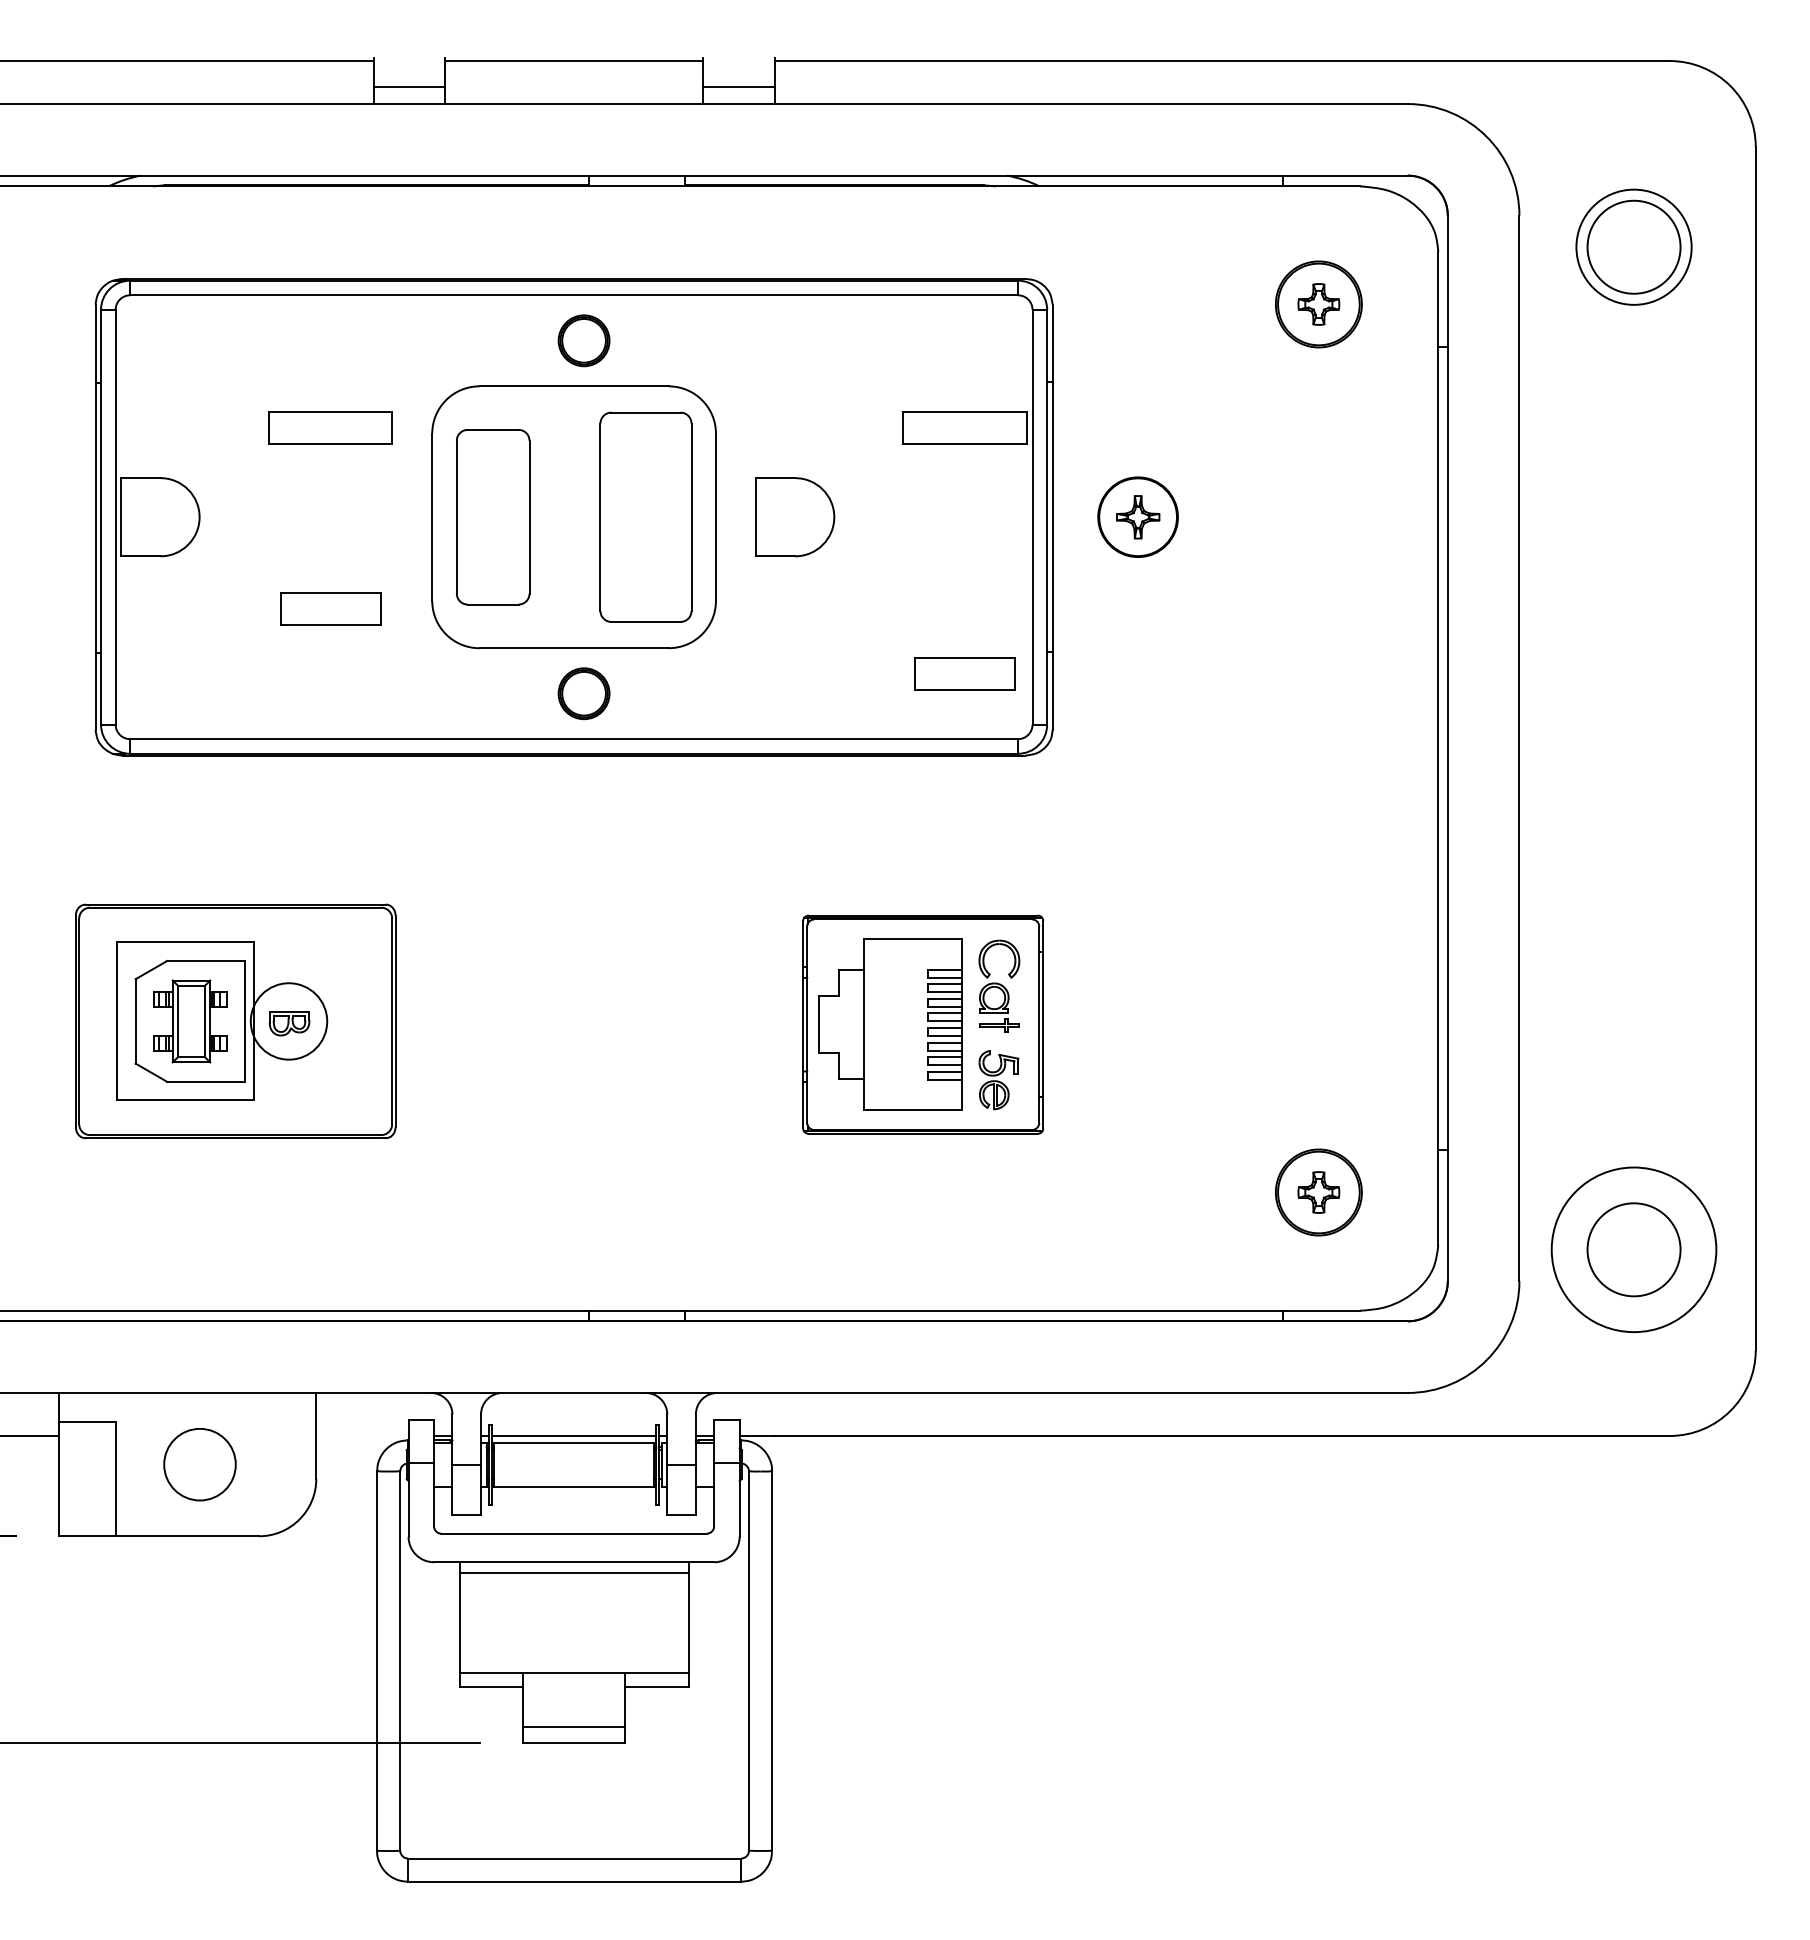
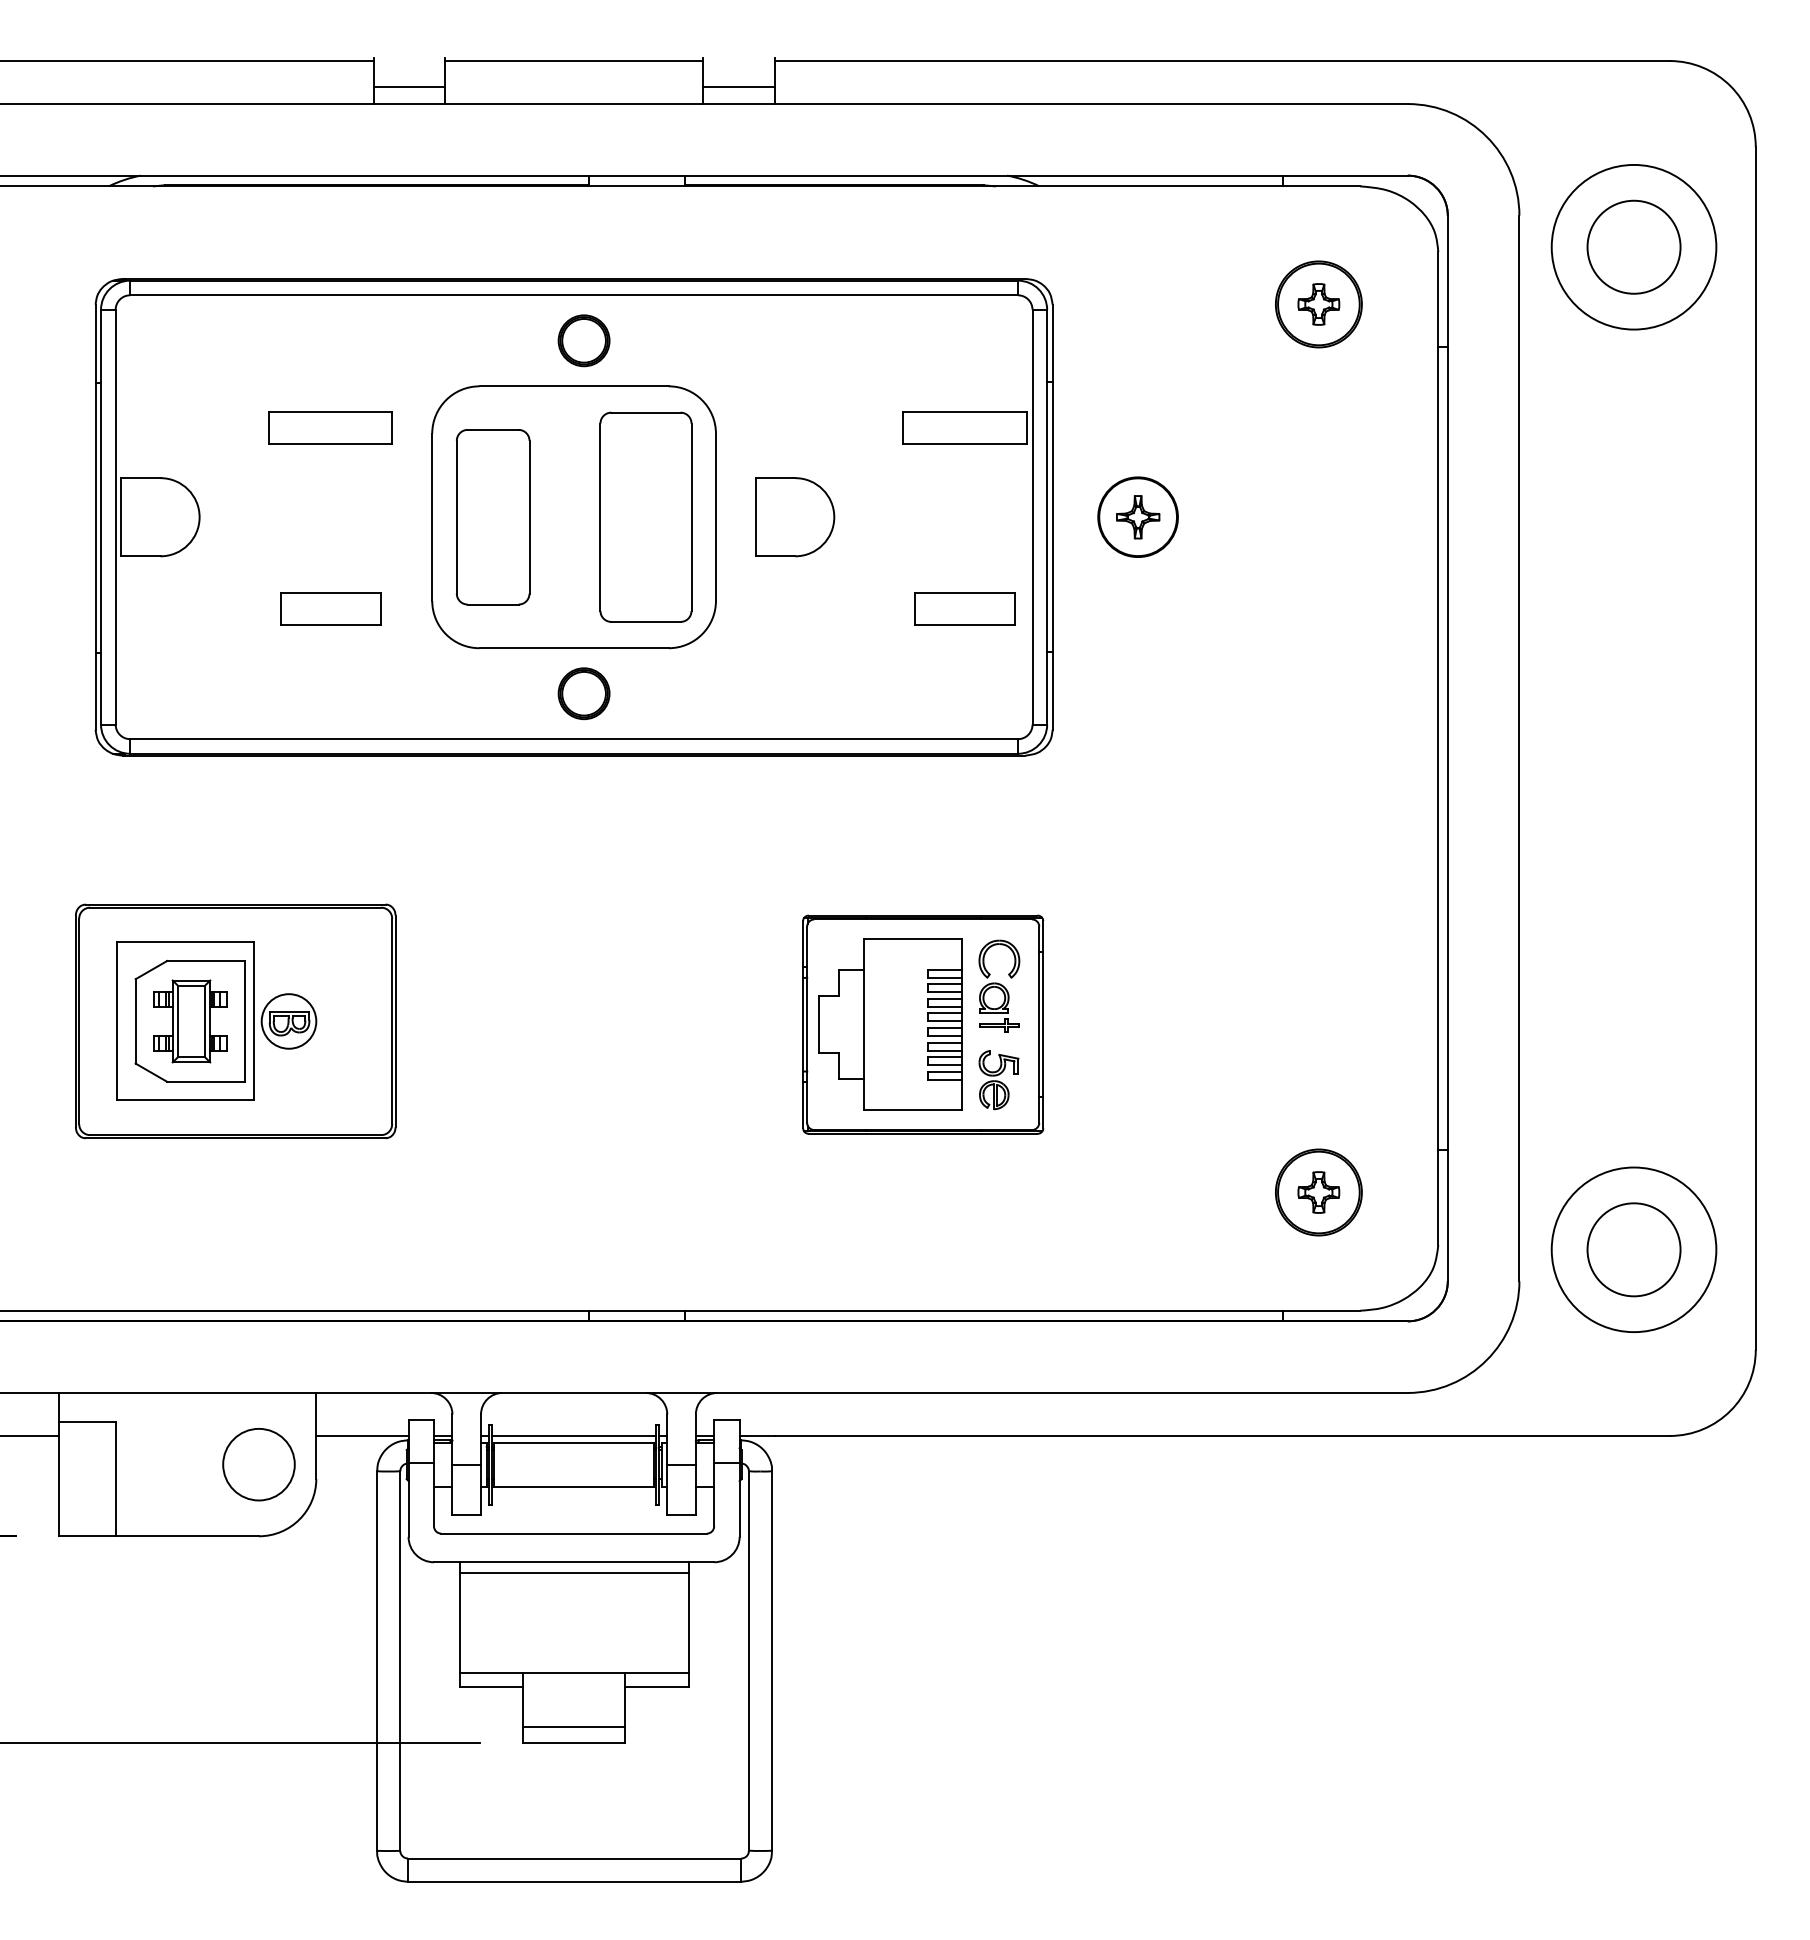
circle at (1633, 246) diameter: 115 px -> 165 px
part at (964, 673) position: (964, 673) -> (964, 608)
circle at (288, 1021) diameter: 76 px -> 55 px
line at (362, 1435): none -> present
circle at (199, 1464) position: (199, 1464) -> (258, 1464)
